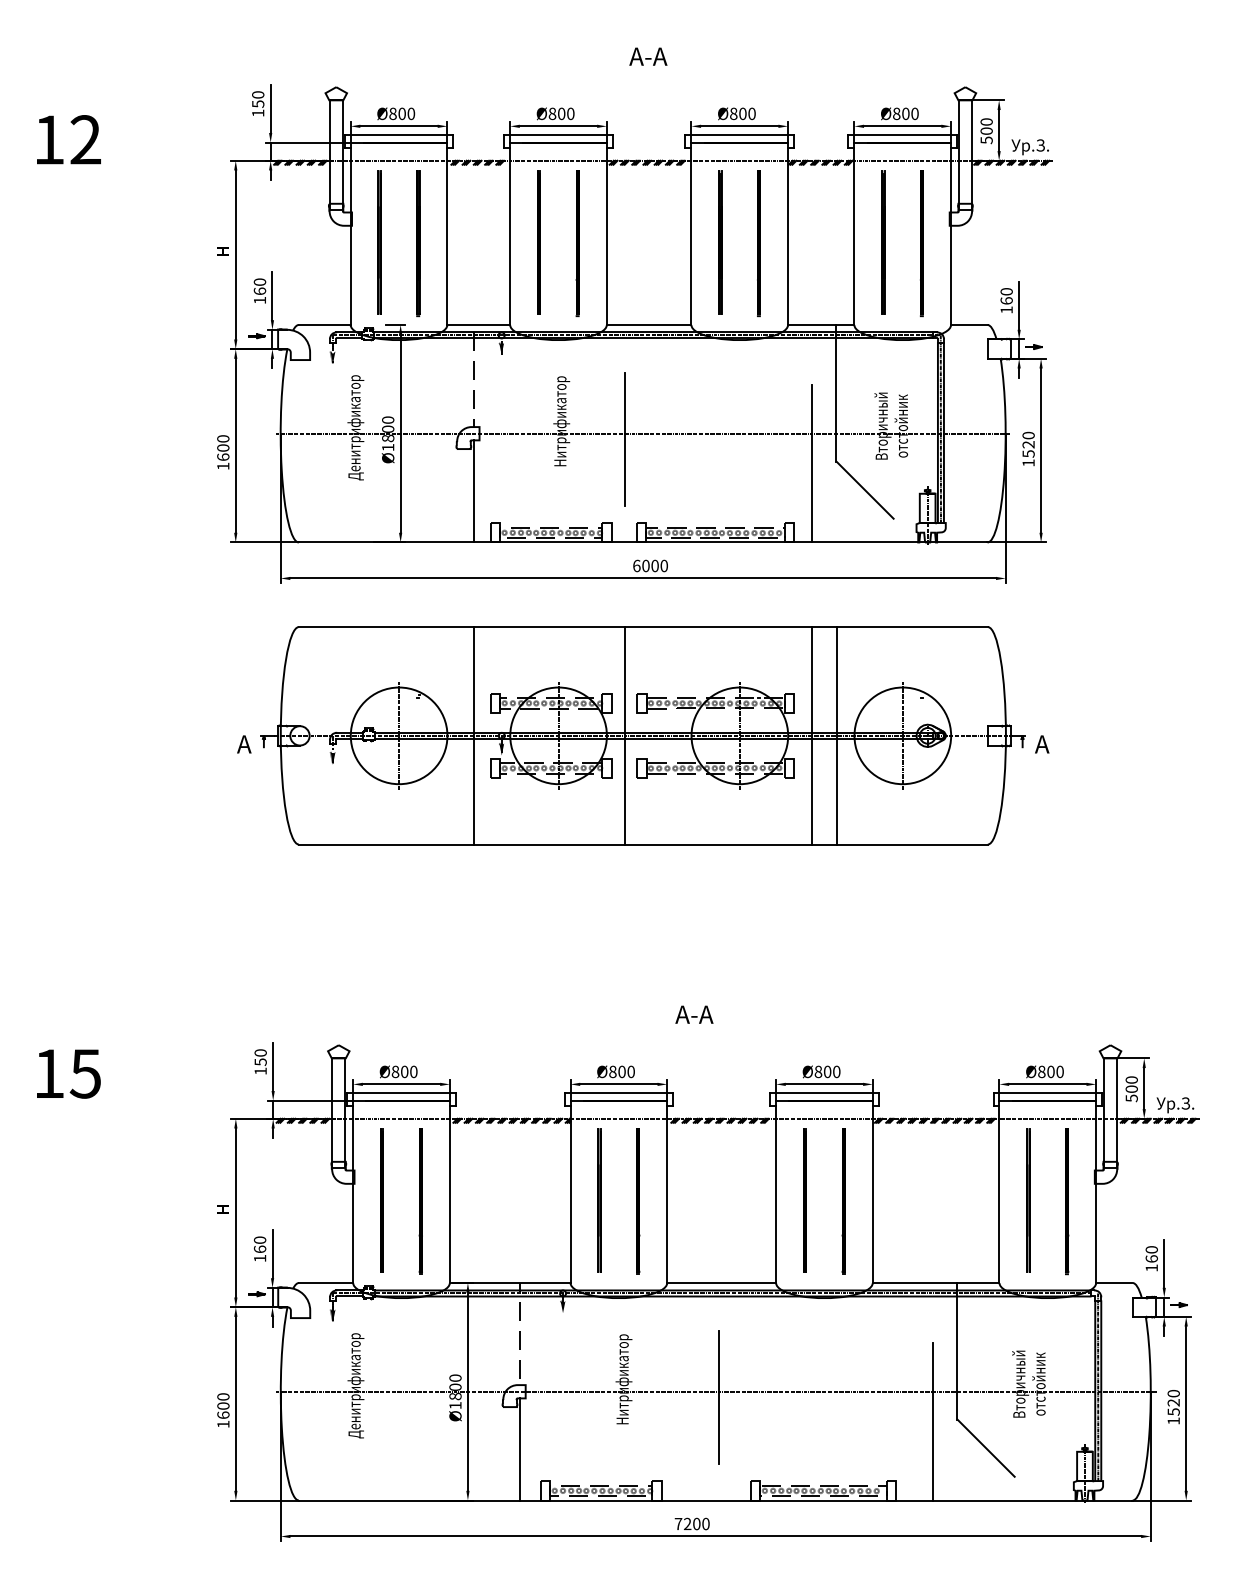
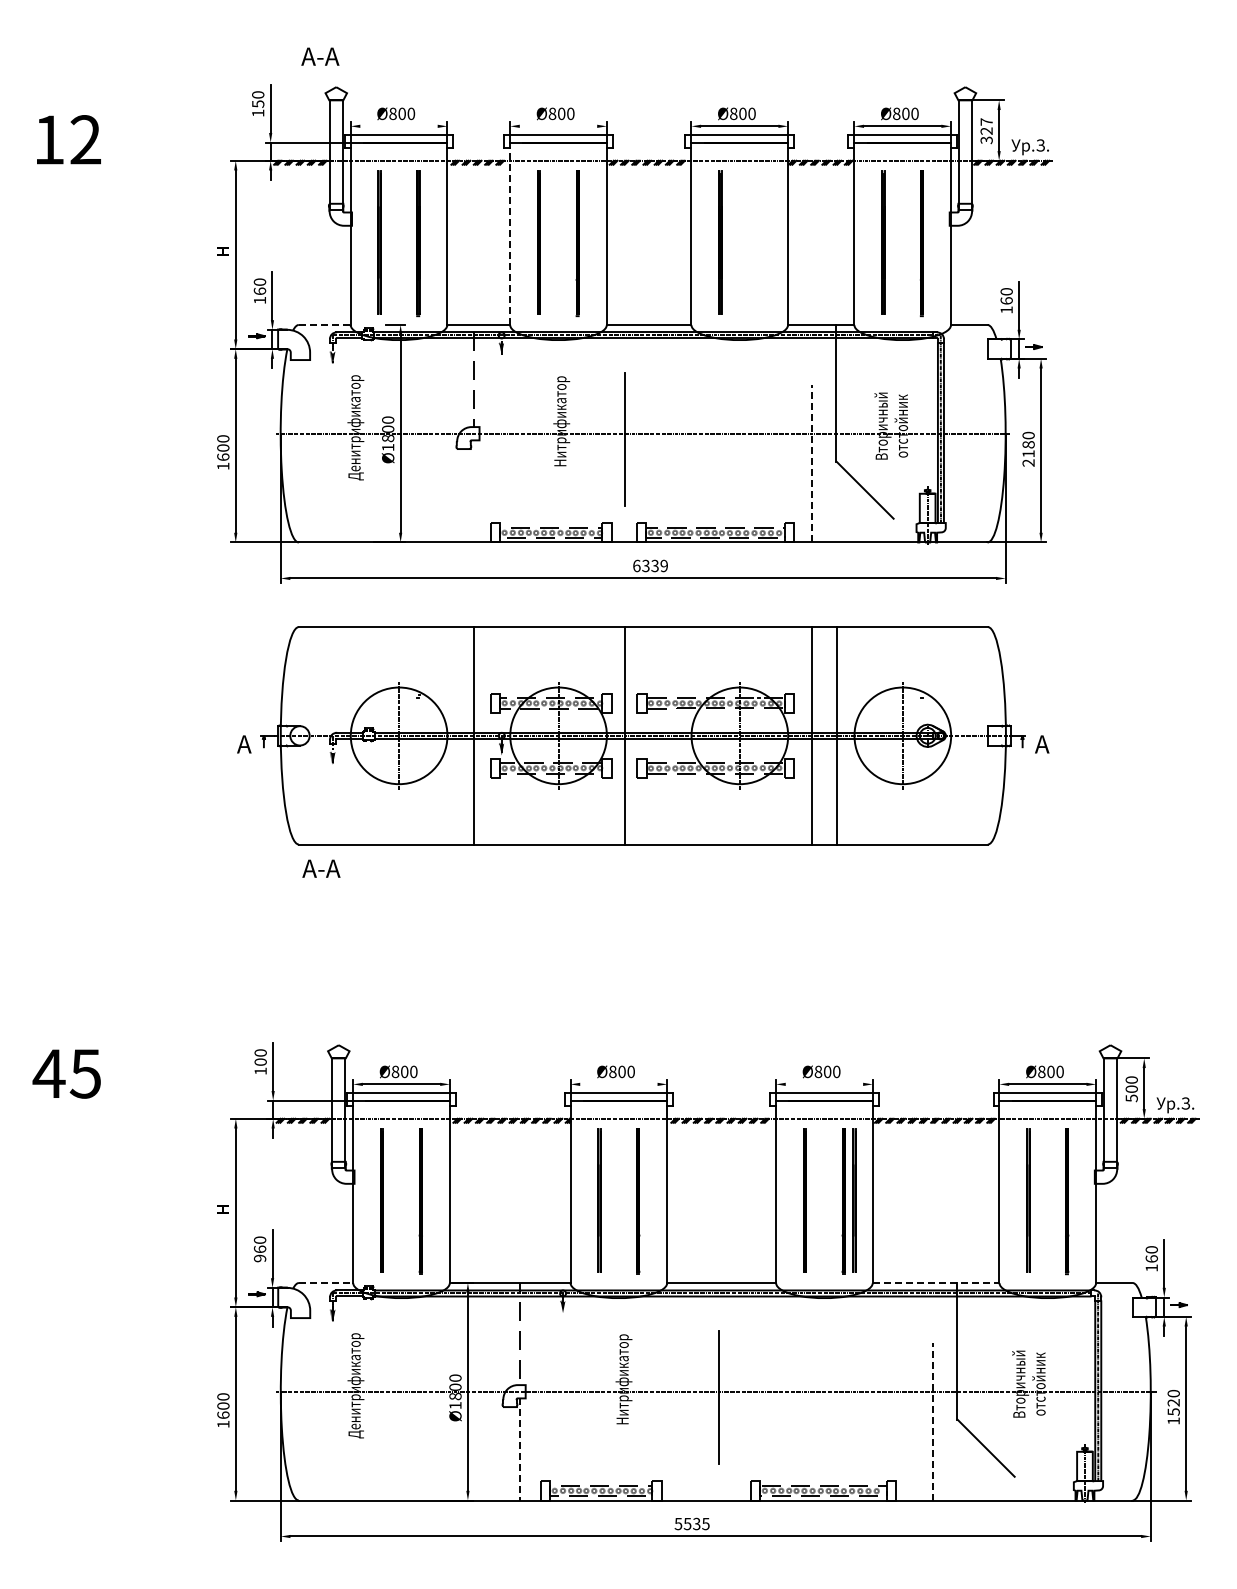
text at (648, 56) position: (648, 56) -> (320, 56)
line at (398, 126): present -> none
line at (558, 126): present -> none
text at (986, 130): 500 -> 327
line at (510, 233): solid -> dashed
line at (758, 243): present -> none
line at (324, 324): solid -> dashed
text at (1028, 453): 1520 -> 2180
line at (812, 463): solid -> dashed
line at (473, 491): present -> none
text at (654, 566): 6000 -> 6339
text at (694, 1014) position: (694, 1014) -> (321, 868)
text at (260, 1061): 150 -> 100
text at (48, 1073): 15 -> 45
line at (618, 1084): present -> none
line at (824, 1084): present -> none
line at (854, 1200): none -> present
text at (259, 1258): 160 -> 960
line at (326, 1283): solid -> dashed
line at (936, 1283): solid -> dashed
line at (933, 1421): solid -> dashed
line at (520, 1449): solid -> dashed
text at (691, 1523): 7200 -> 5535
